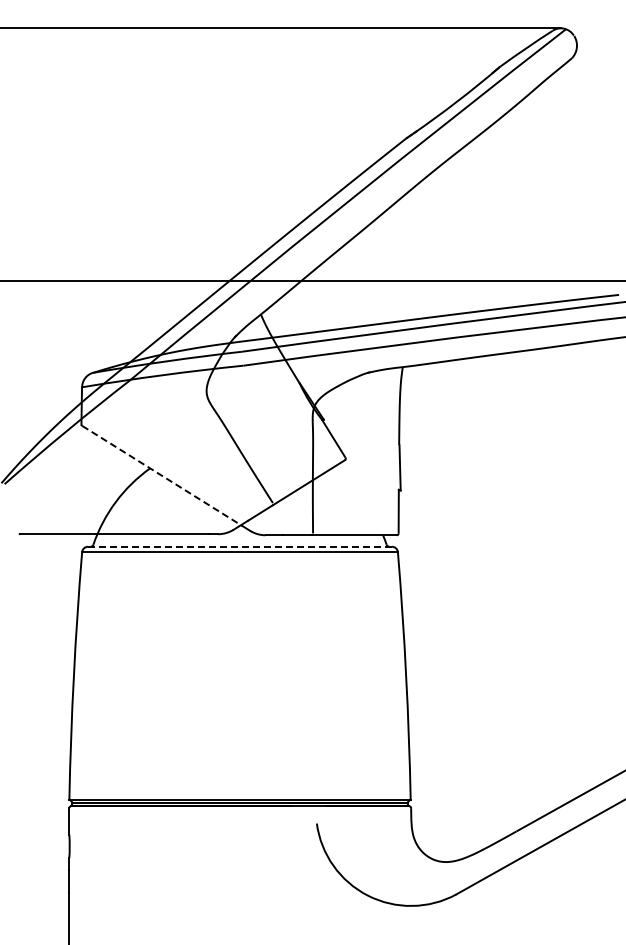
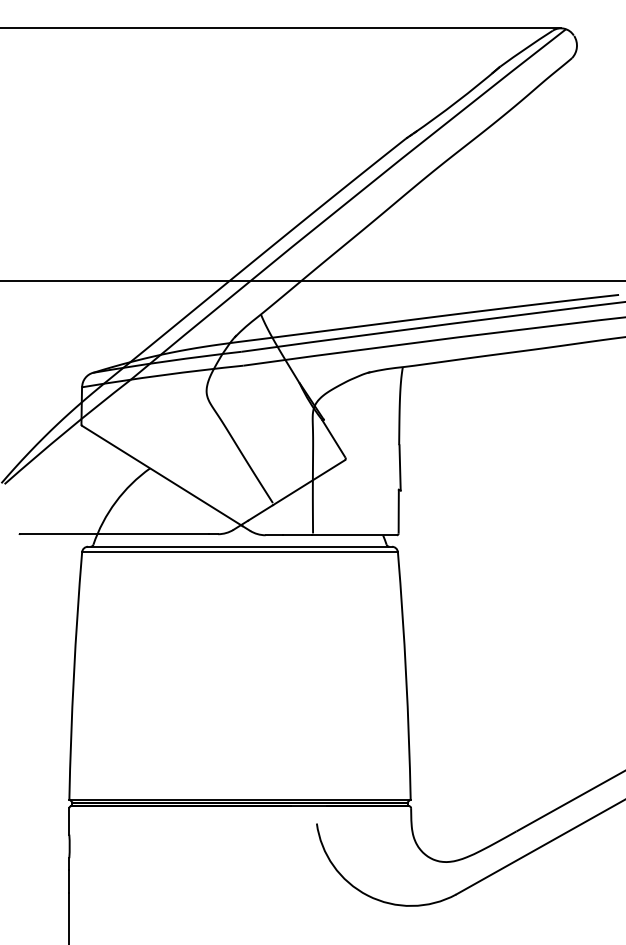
line at (162, 476): dashed -> solid
line at (239, 546): dashed -> solid
